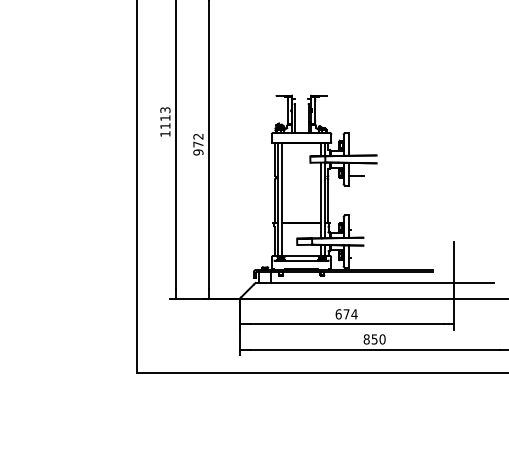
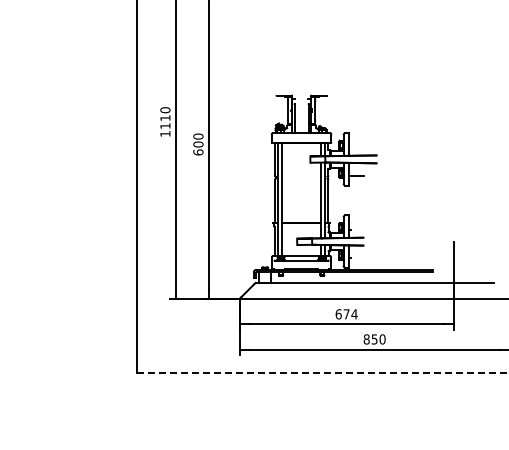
text at (165, 110): 1113 -> 1110
text at (198, 144): 972 -> 600
line at (322, 372): solid -> dashed
